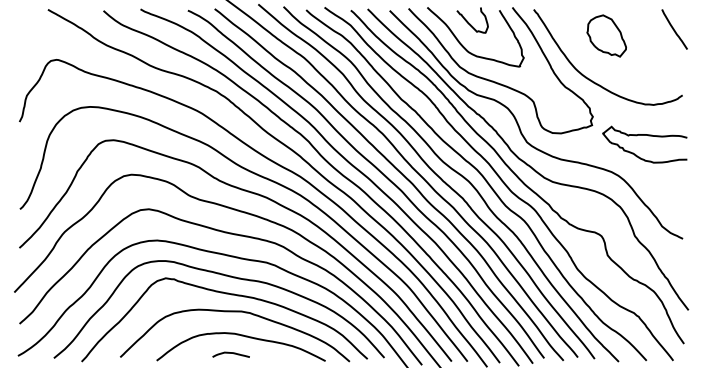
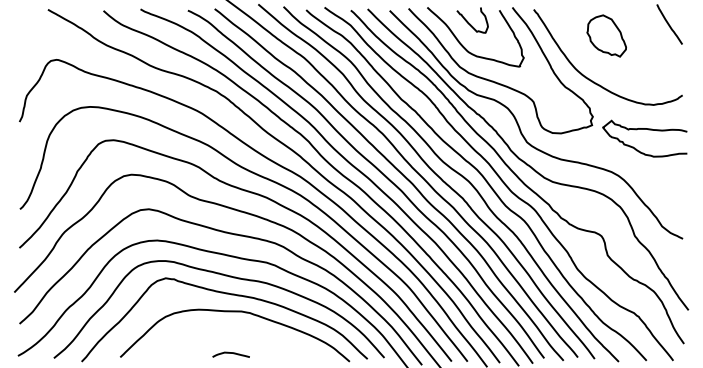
curve at (674, 29) position: (674, 29) -> (669, 24)
curve at (648, 136) position: (648, 136) -> (648, 130)
curve at (241, 336): present -> none
